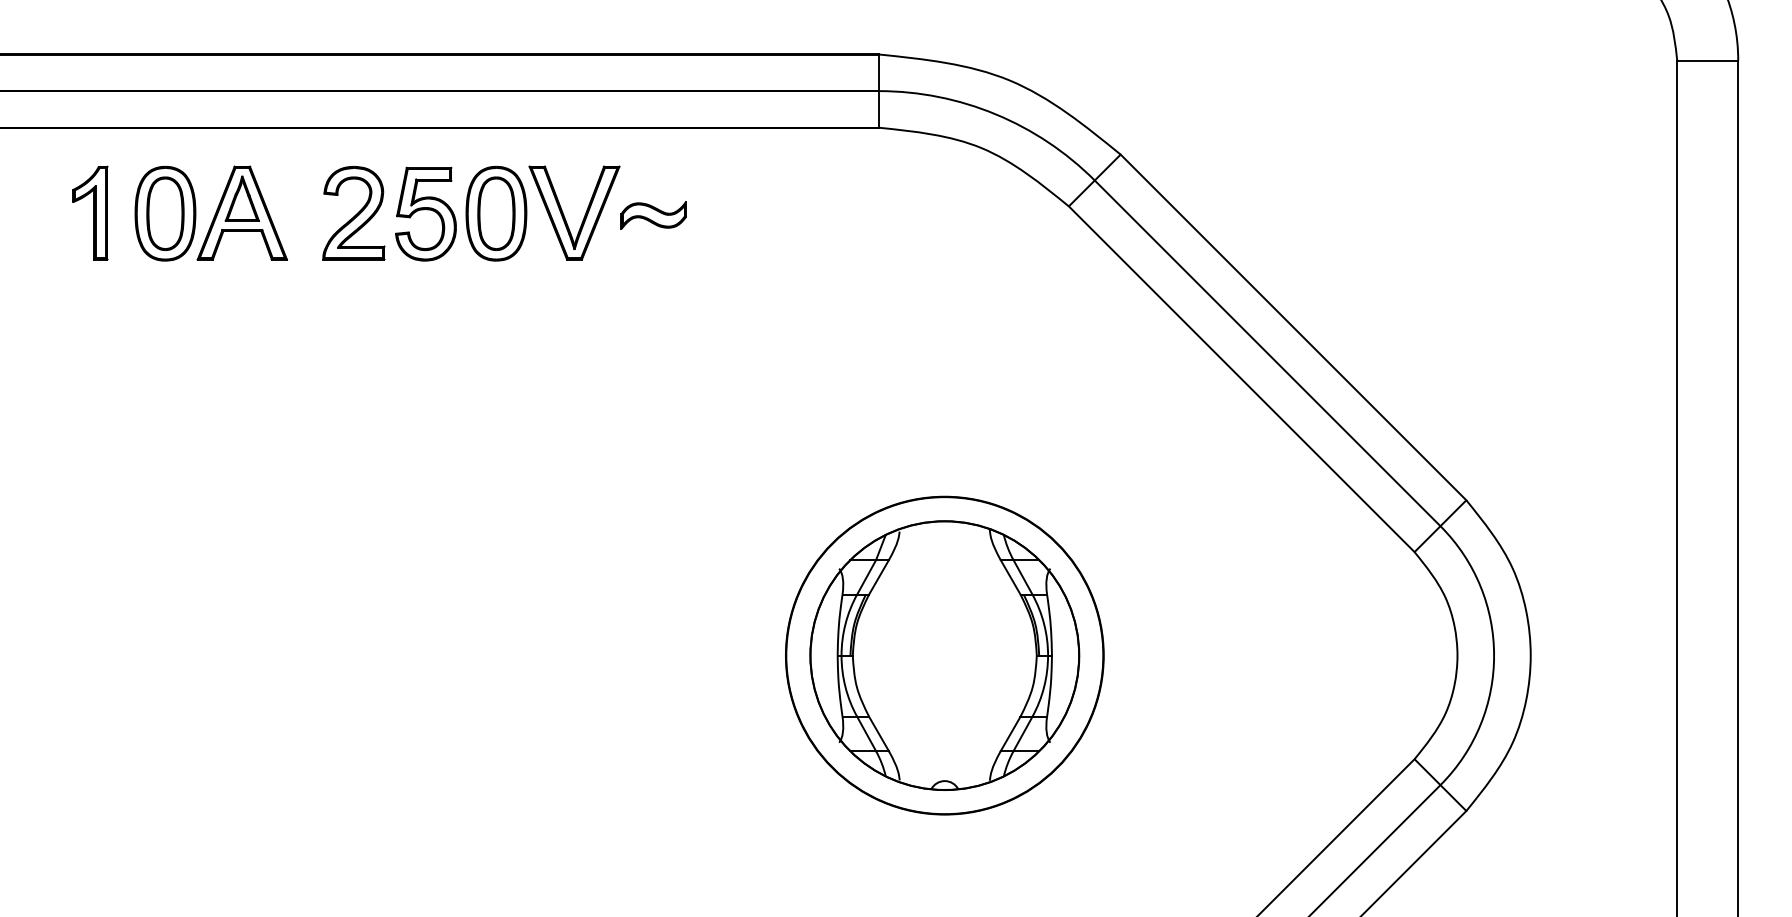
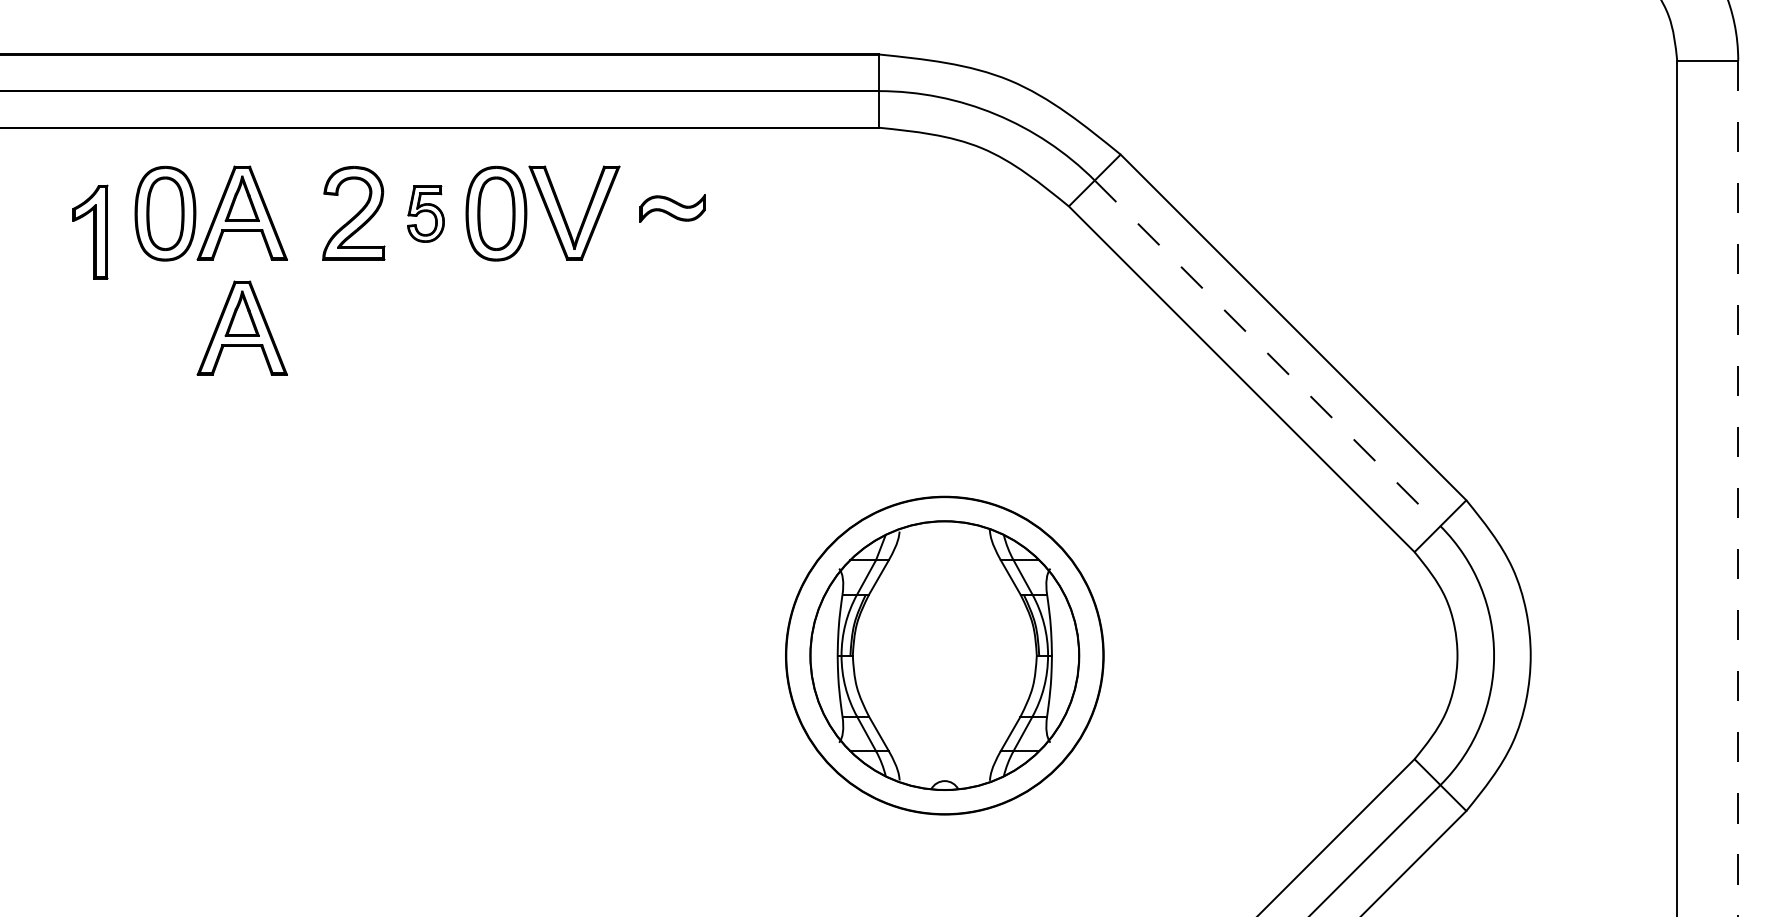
part at (90, 212) position: (90, 212) -> (90, 231)
part at (425, 213) size: 62x96 px -> 38x58 px
part at (653, 215) position: (653, 215) -> (672, 208)
part at (241, 327): none -> present
line at (1267, 353): solid -> dashed
line at (1738, 489): solid -> dashed
